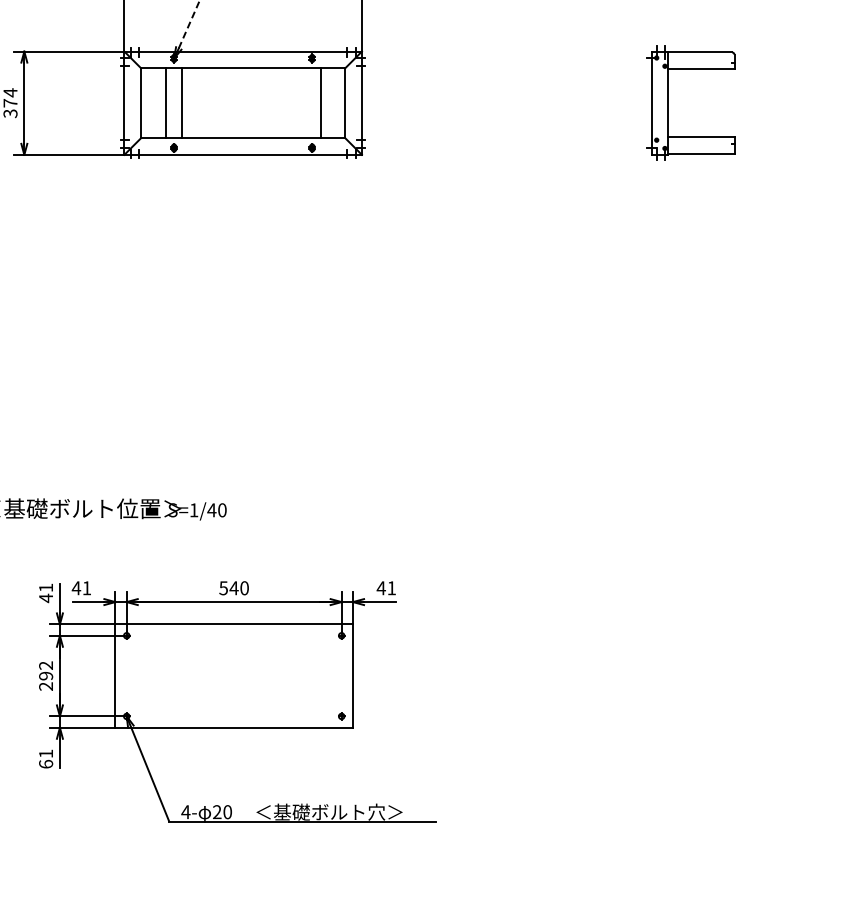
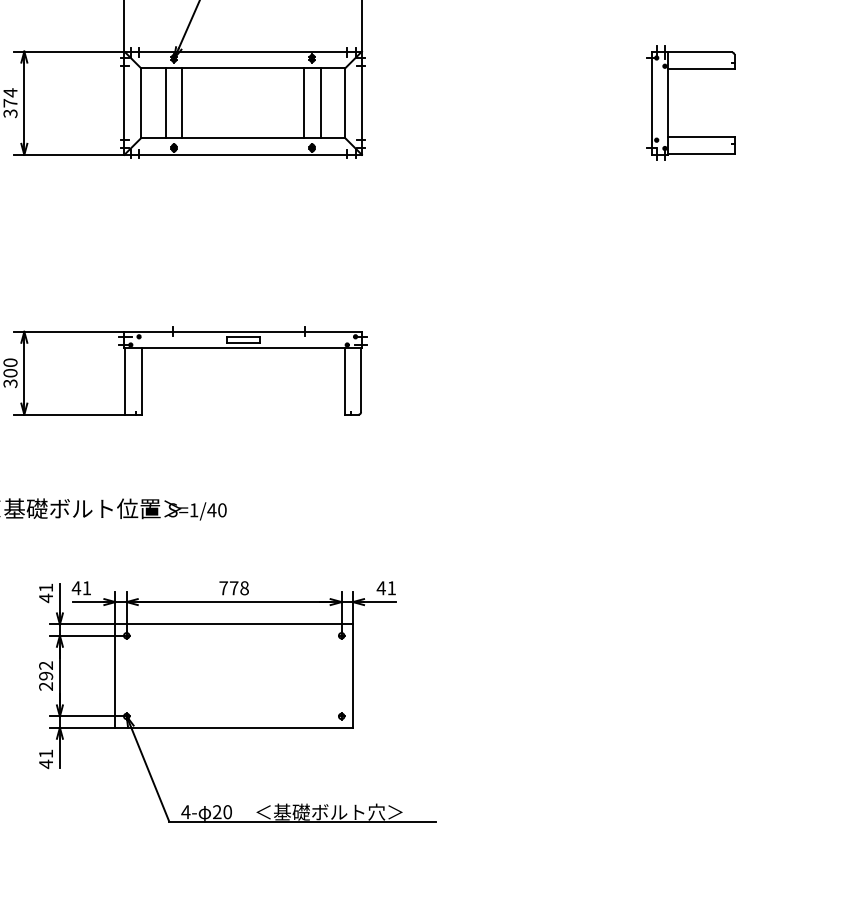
line at (189, 23): dashed -> solid
line at (303, 103): none -> present
part at (185, 348): none -> present
text at (233, 588): 540 -> 778
text at (46, 764): 61 -> 41
